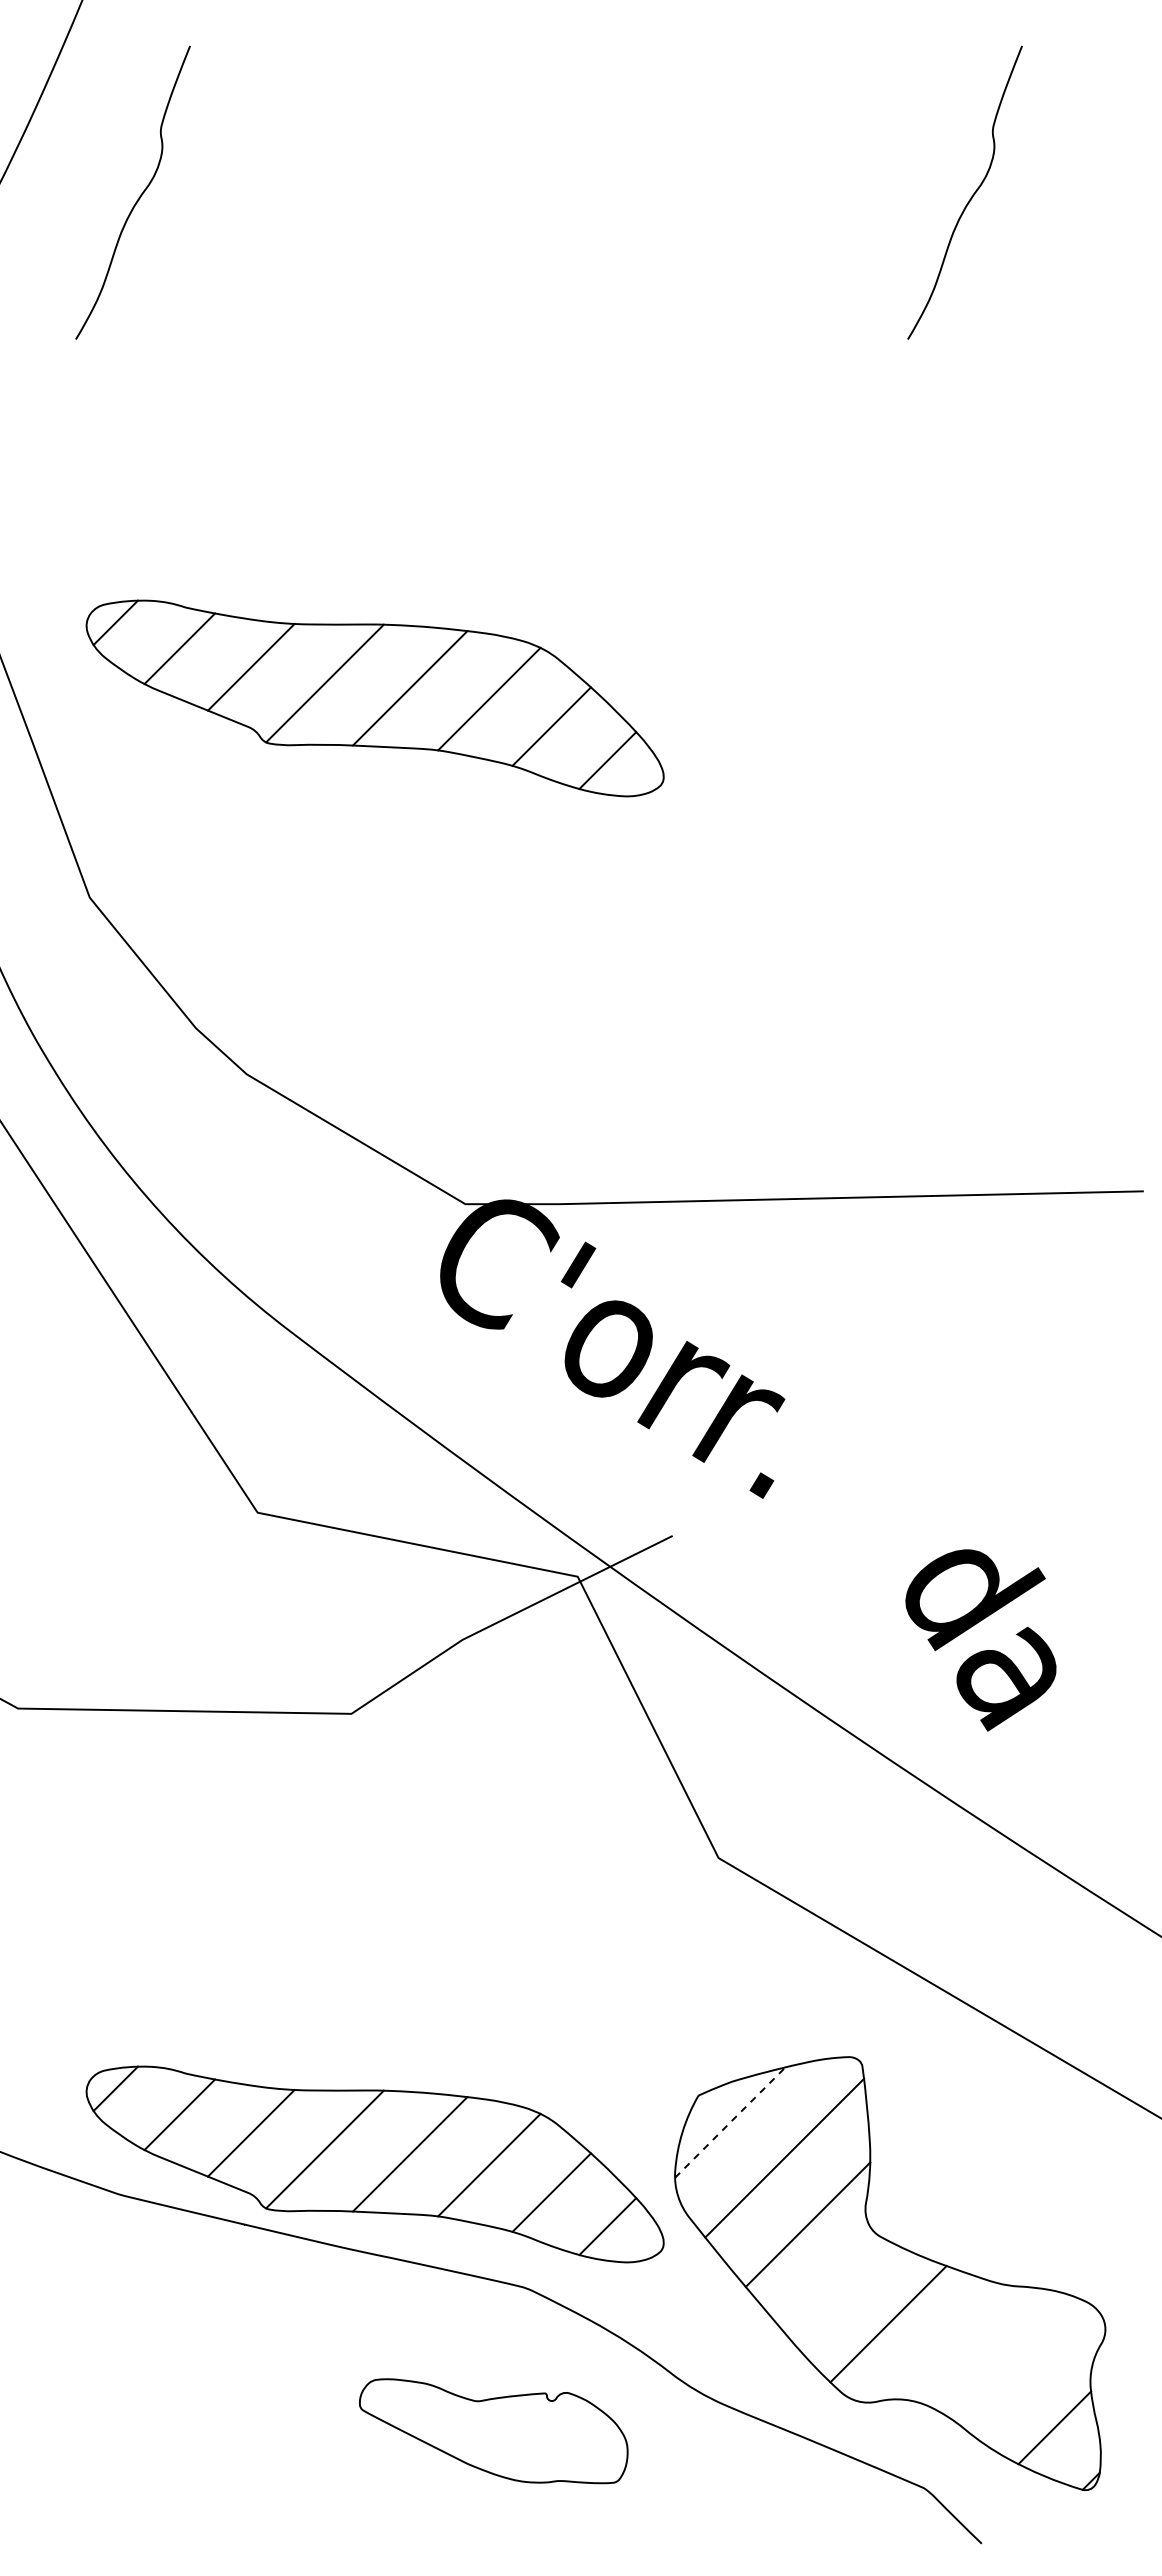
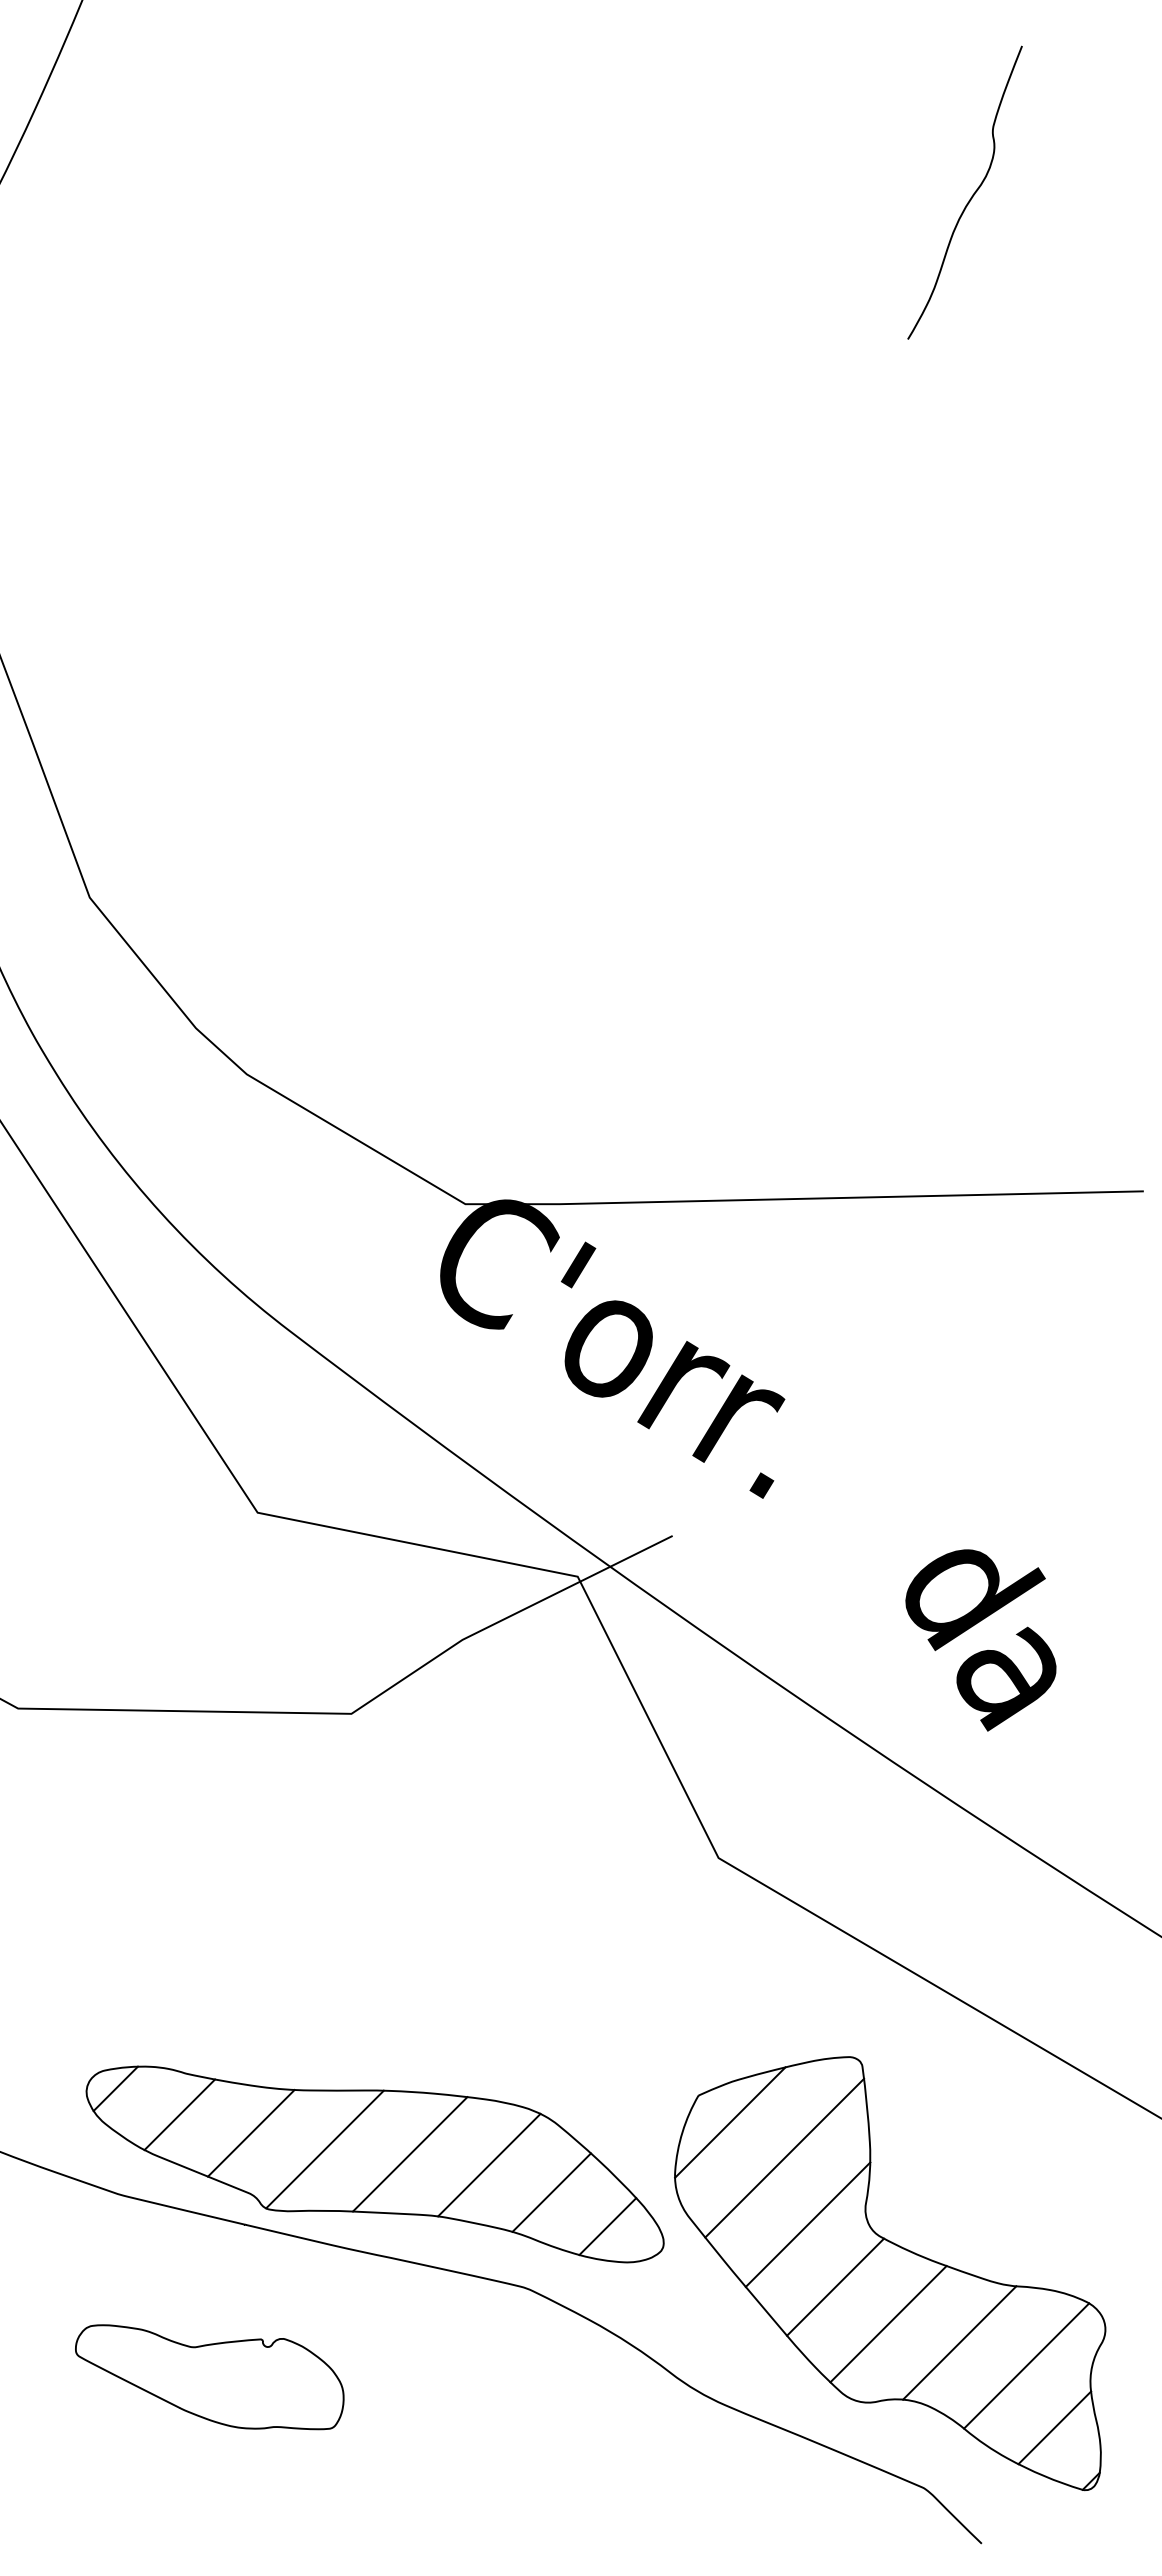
curve at (138, 197): present -> none
part at (374, 698): present -> none
line at (730, 2122): dashed -> solid
line at (835, 2286): none -> present
line at (959, 2342): none -> present
line at (1026, 2365): none -> present
part at (493, 2431) position: (493, 2431) -> (209, 2377)
